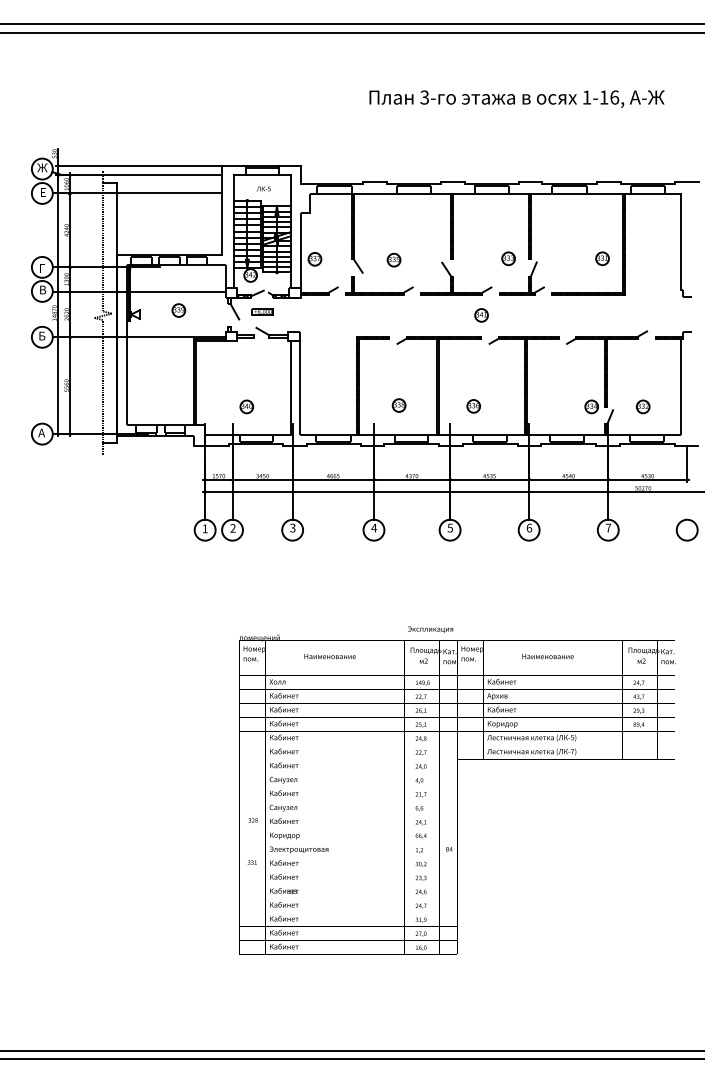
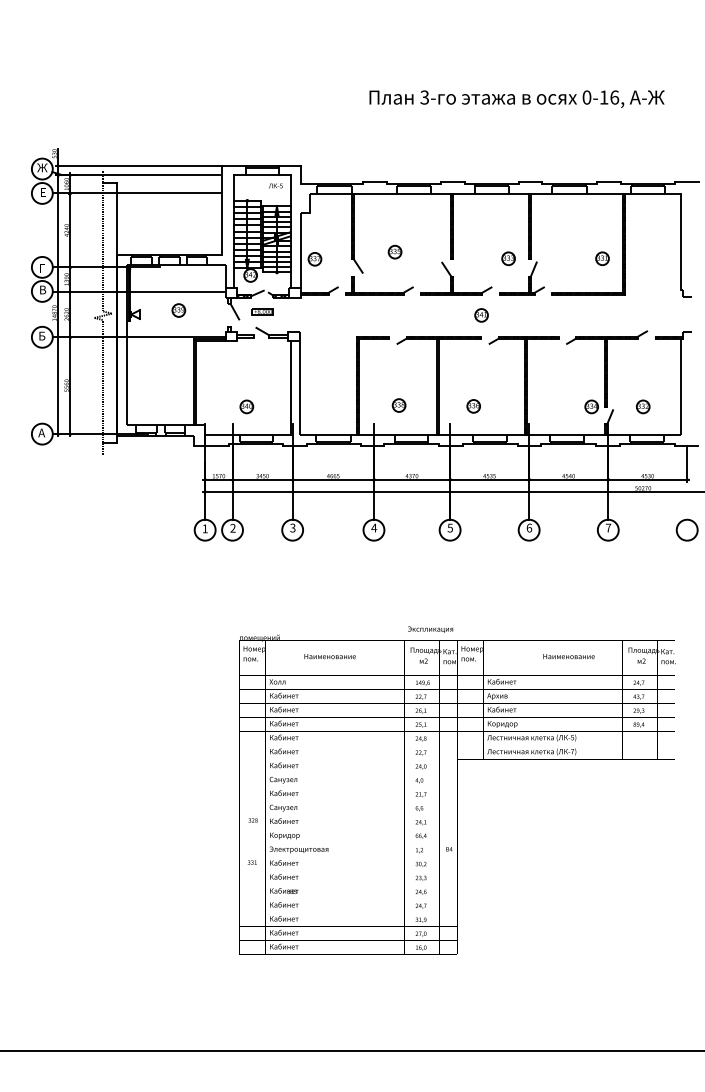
line at (351, 24): present -> none
line at (351, 32): present -> none
text at (586, 97): 1-16, -> 0-16,
text at (263, 188) position: (263, 188) -> (275, 185)
part at (393, 259) position: (393, 259) -> (394, 251)
text at (547, 656) position: (547, 656) -> (568, 656)
line at (351, 1059): present -> none
